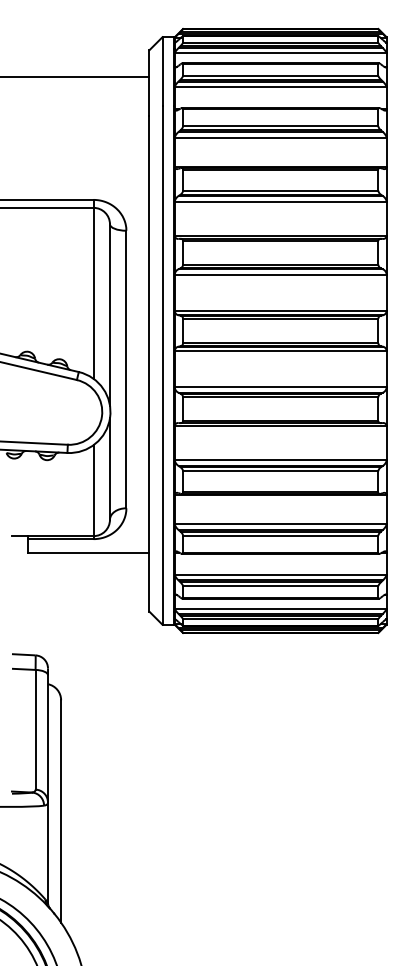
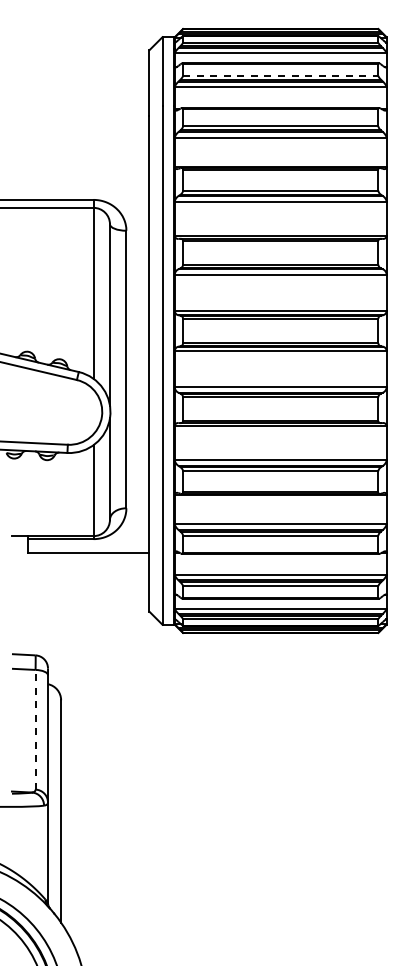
line at (280, 75): solid -> dashed
line at (75, 76): present -> none
line at (35, 729): solid -> dashed
